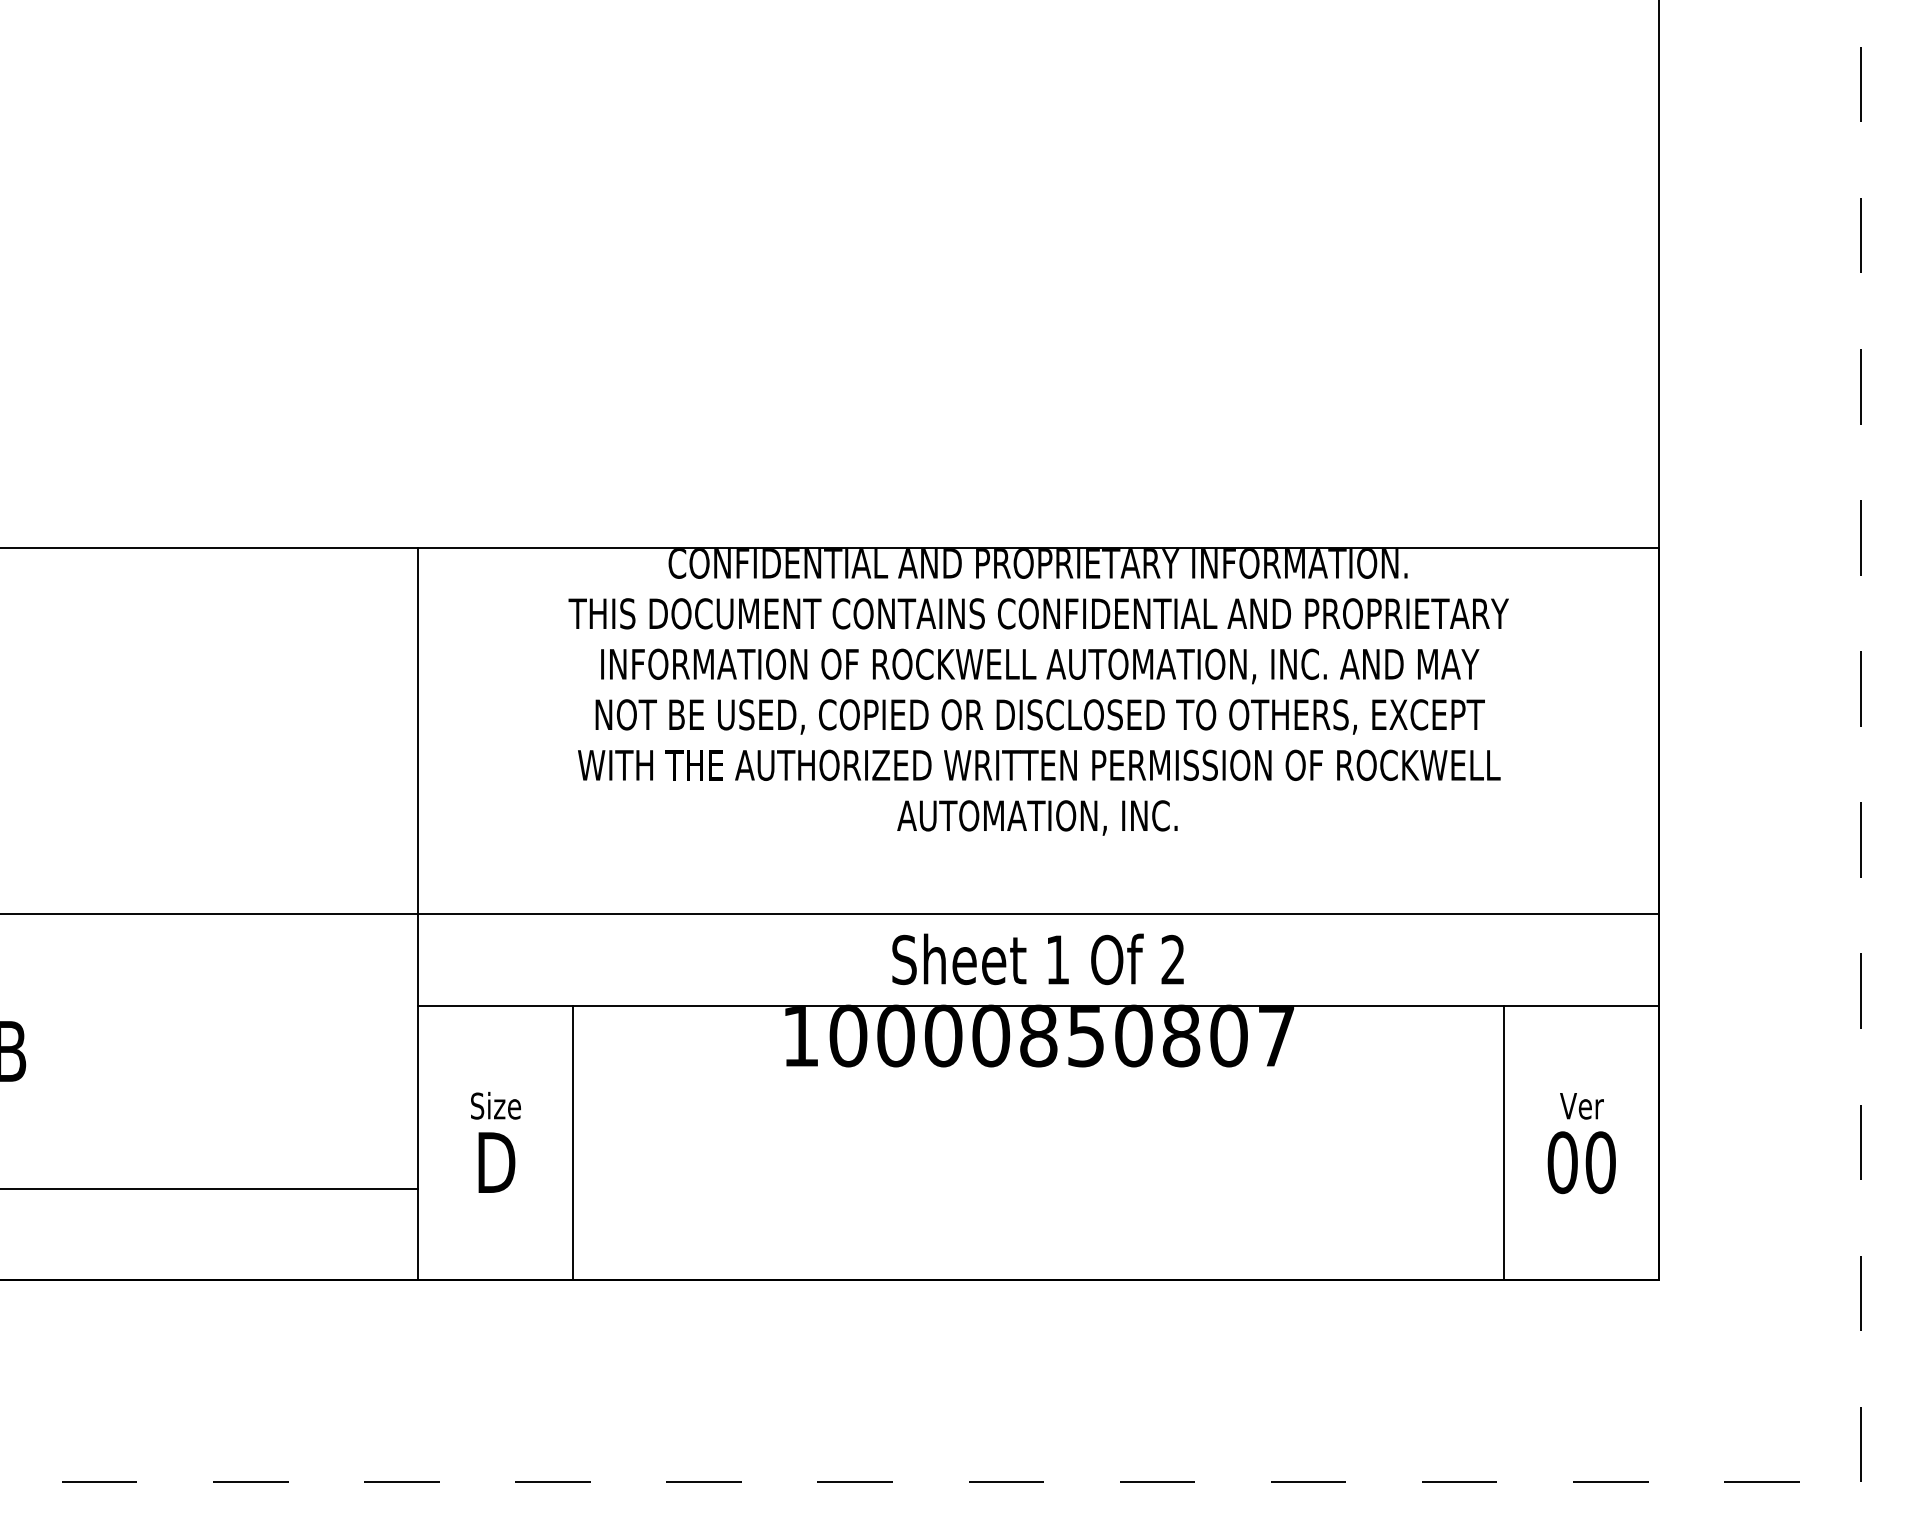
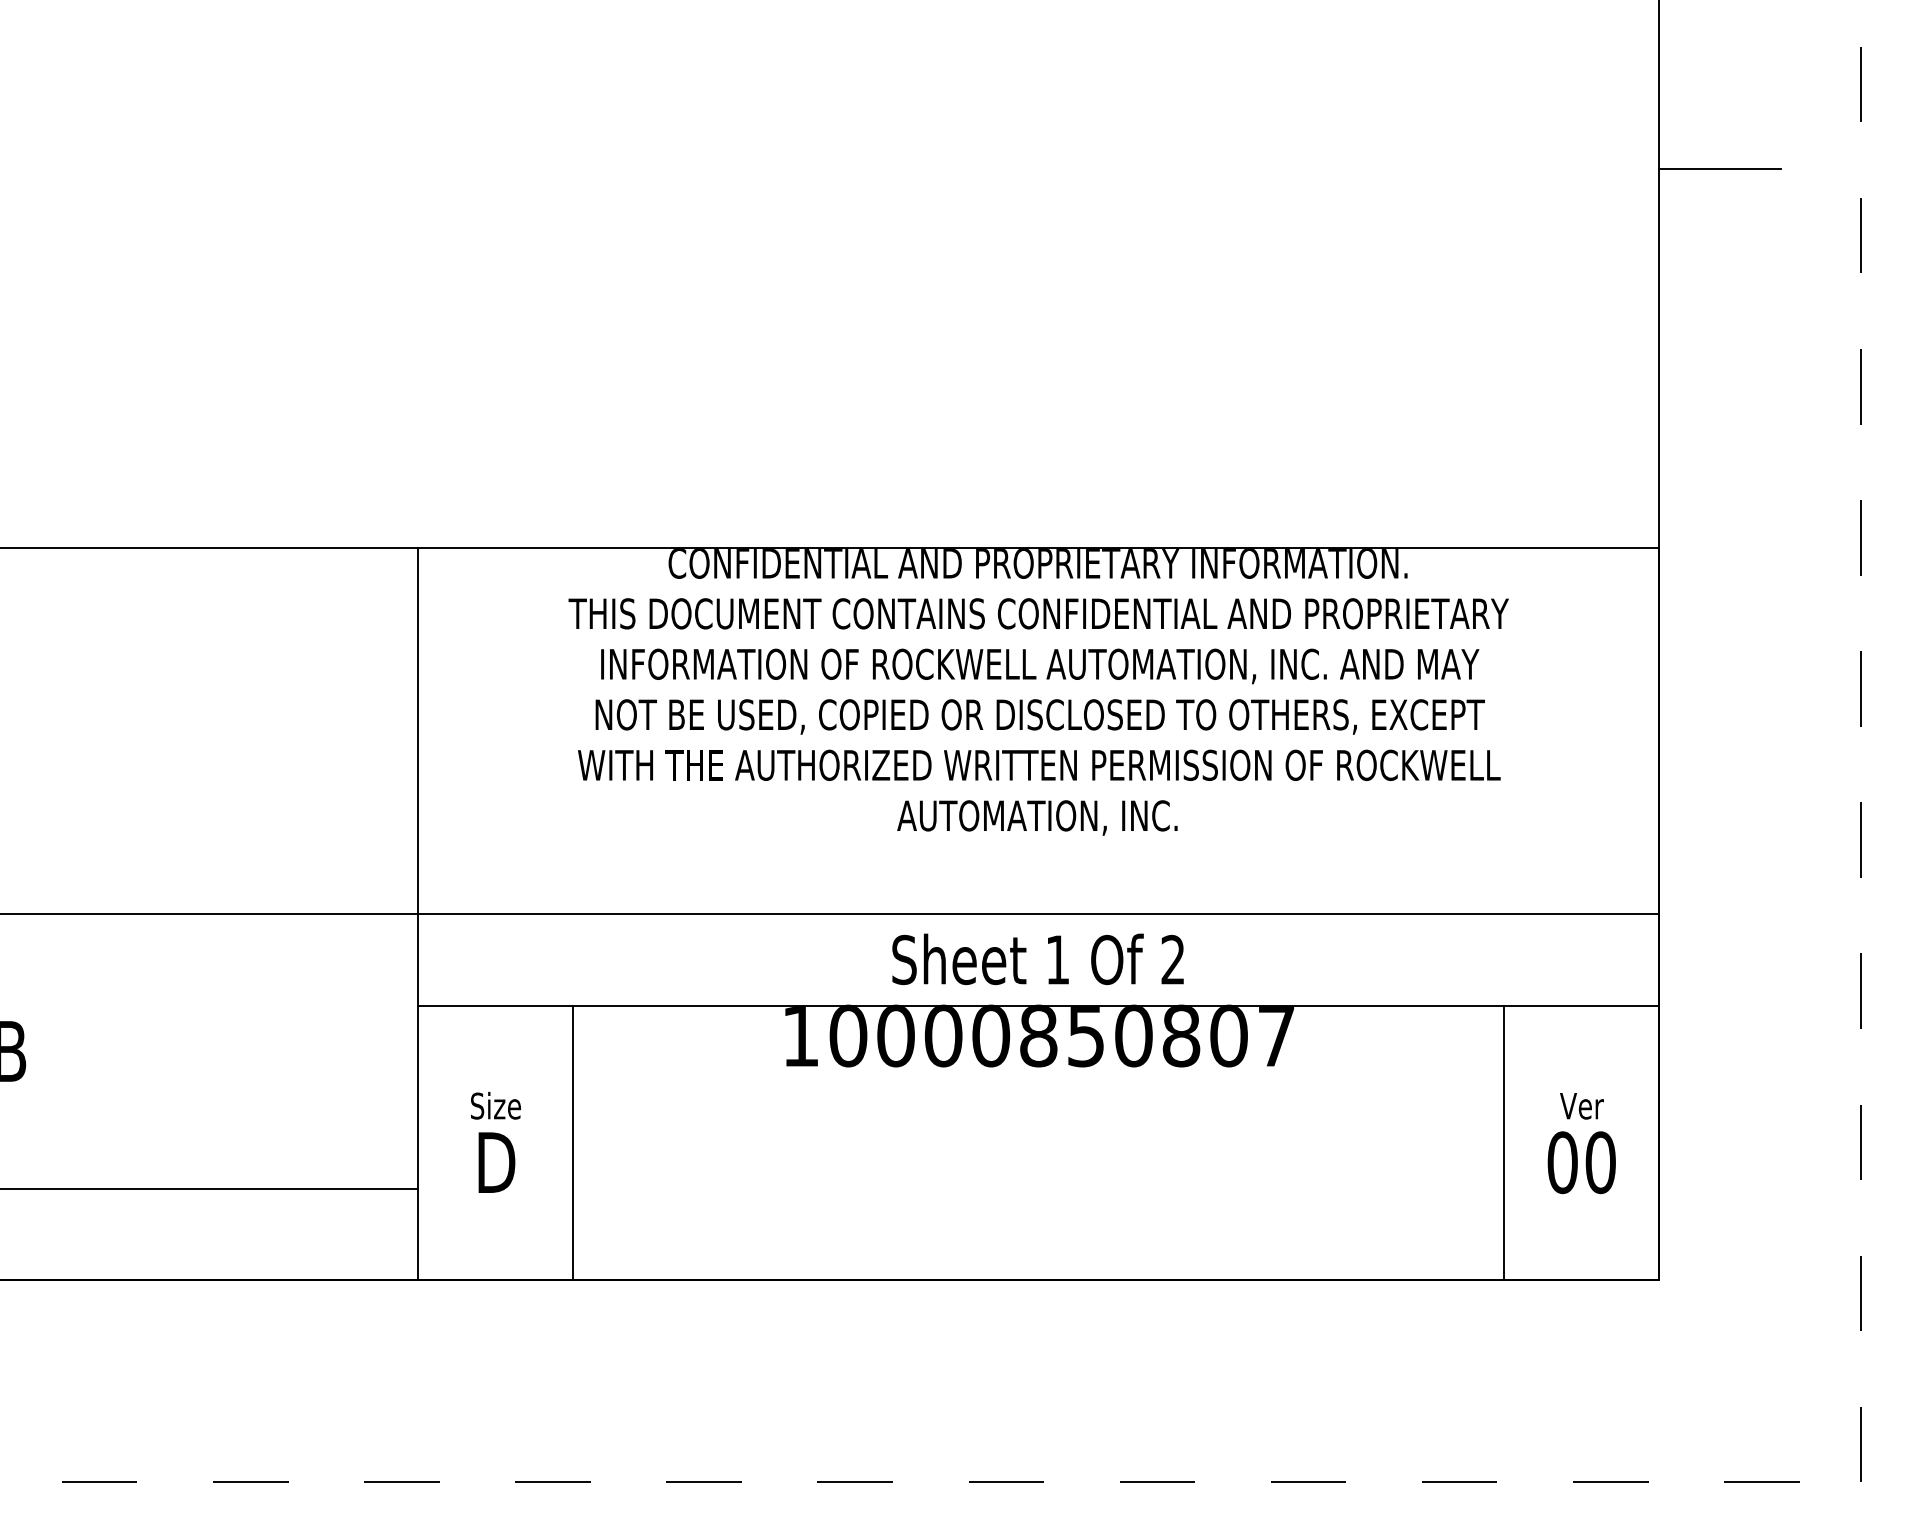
line at (1719, 169): none -> present
